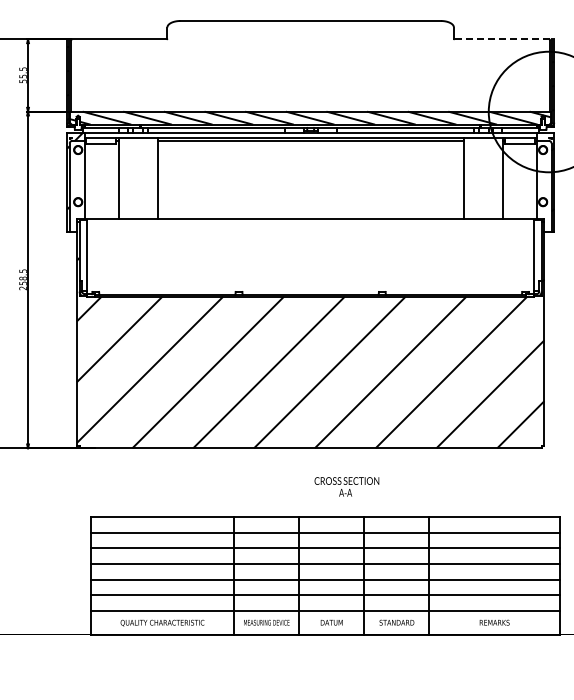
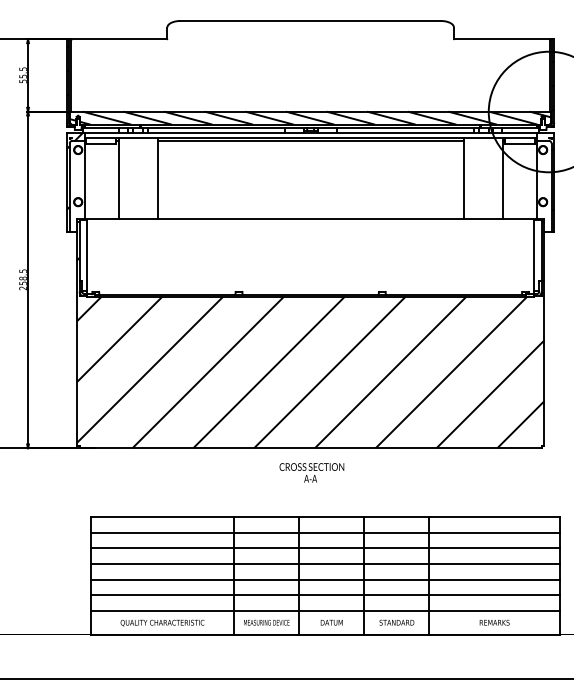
line at (504, 39): dashed -> solid
text at (346, 486) position: (346, 486) -> (311, 472)
line at (286, 679): none -> present
